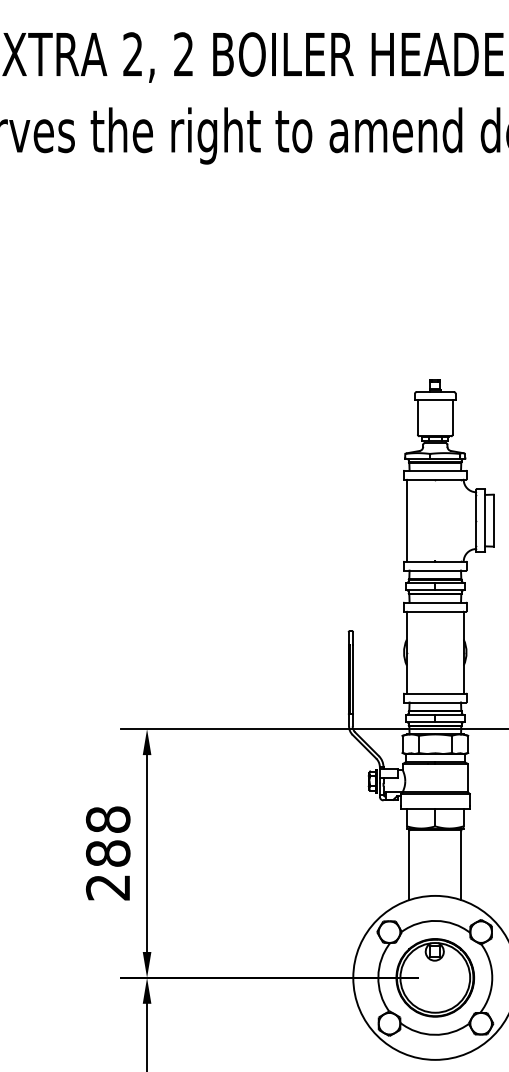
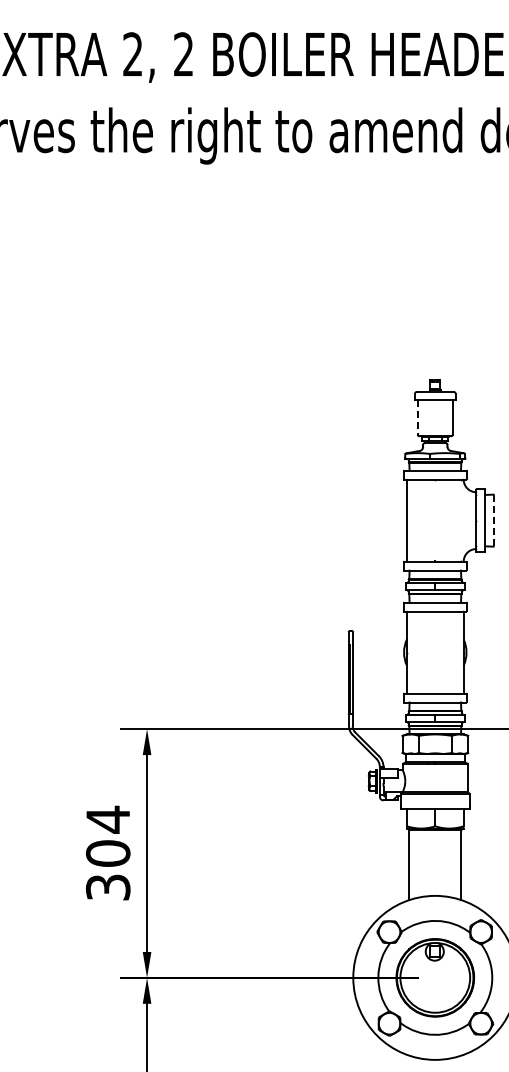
line at (417, 418): solid -> dashed
line at (493, 520): solid -> dashed
text at (107, 852): 288 -> 304
